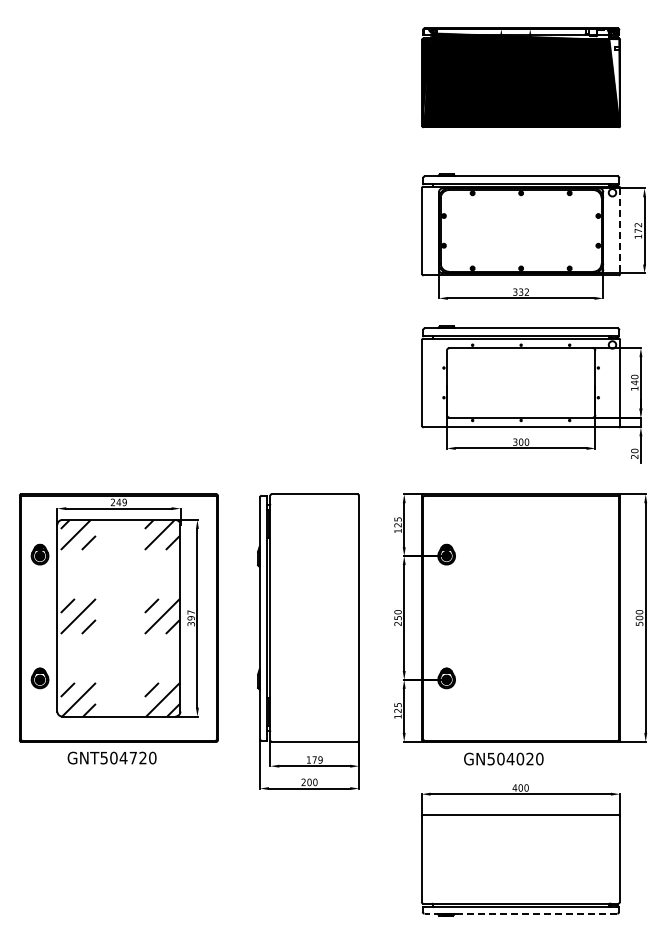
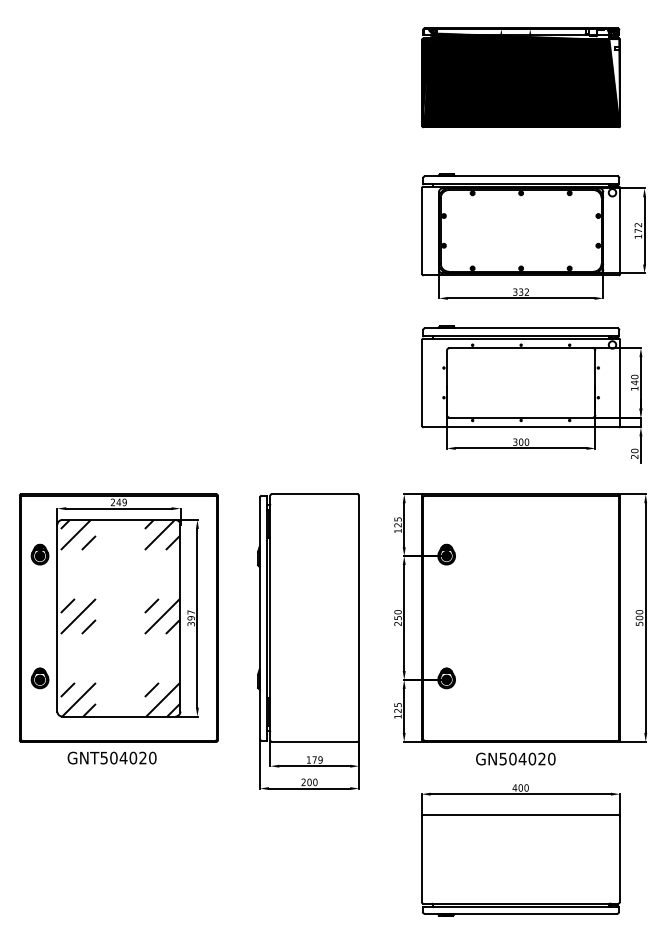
line at (620, 231): dashed -> solid
text at (133, 757): GNT504720 -> GNT504020
text at (503, 758) position: (503, 758) -> (515, 758)
line at (520, 913): dashed -> solid
